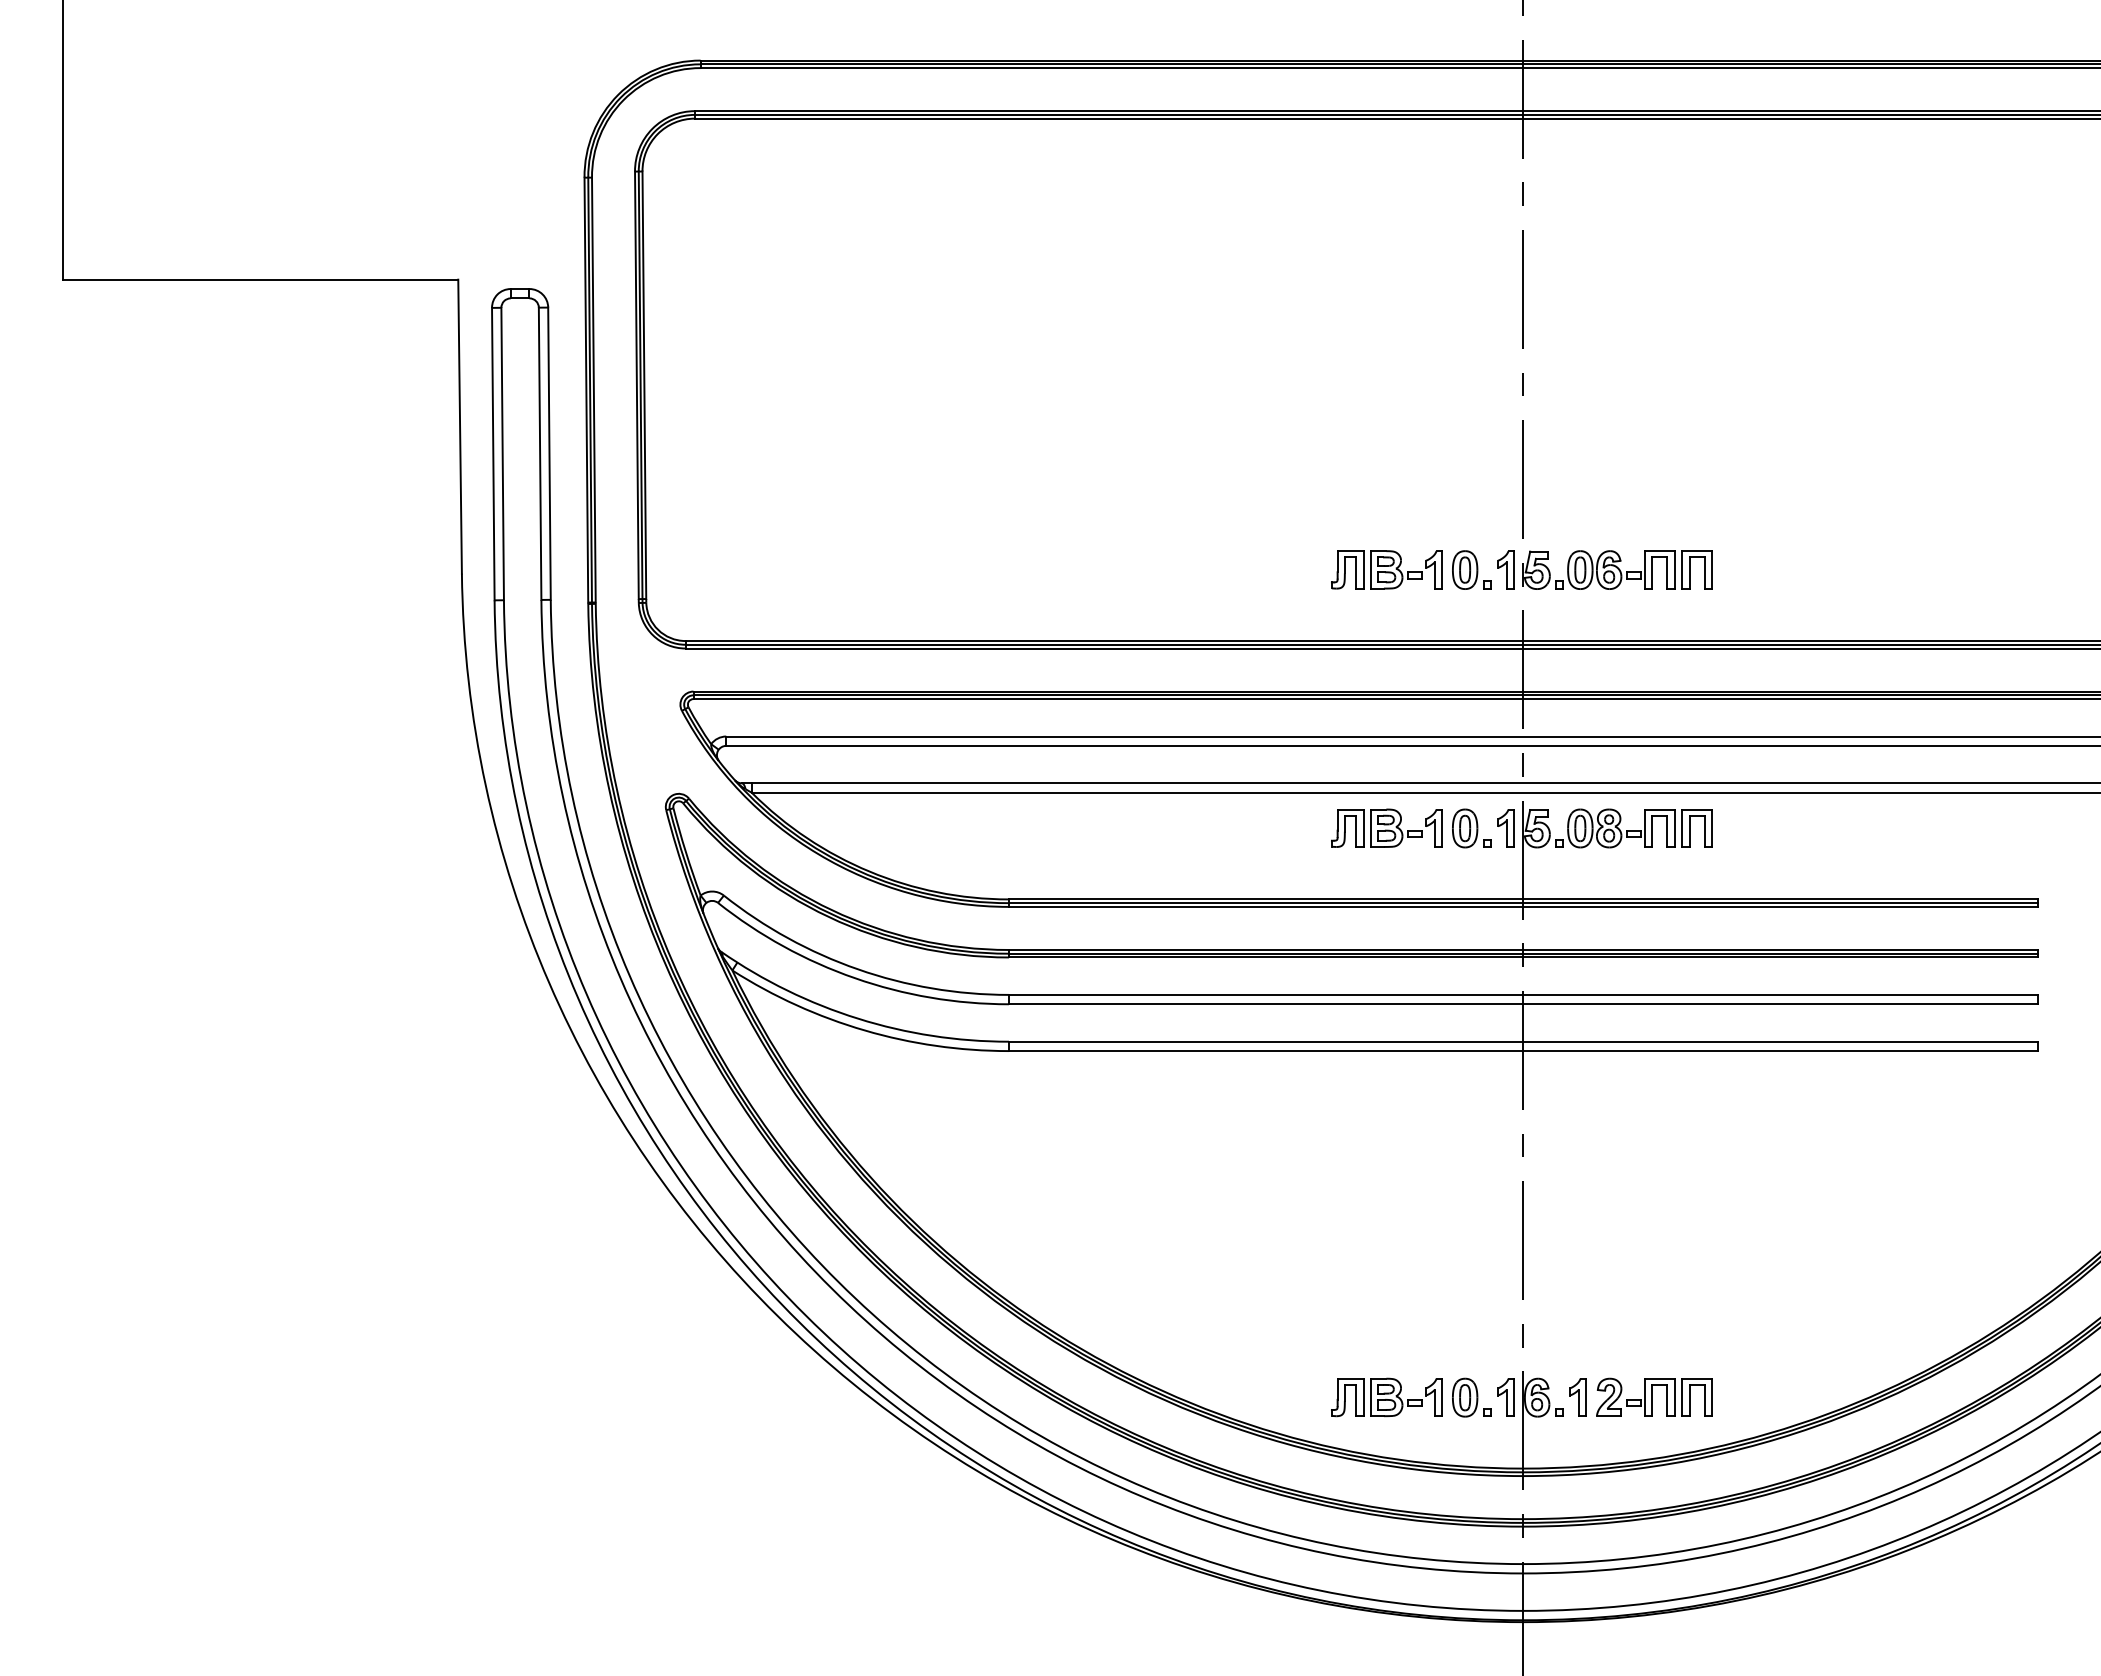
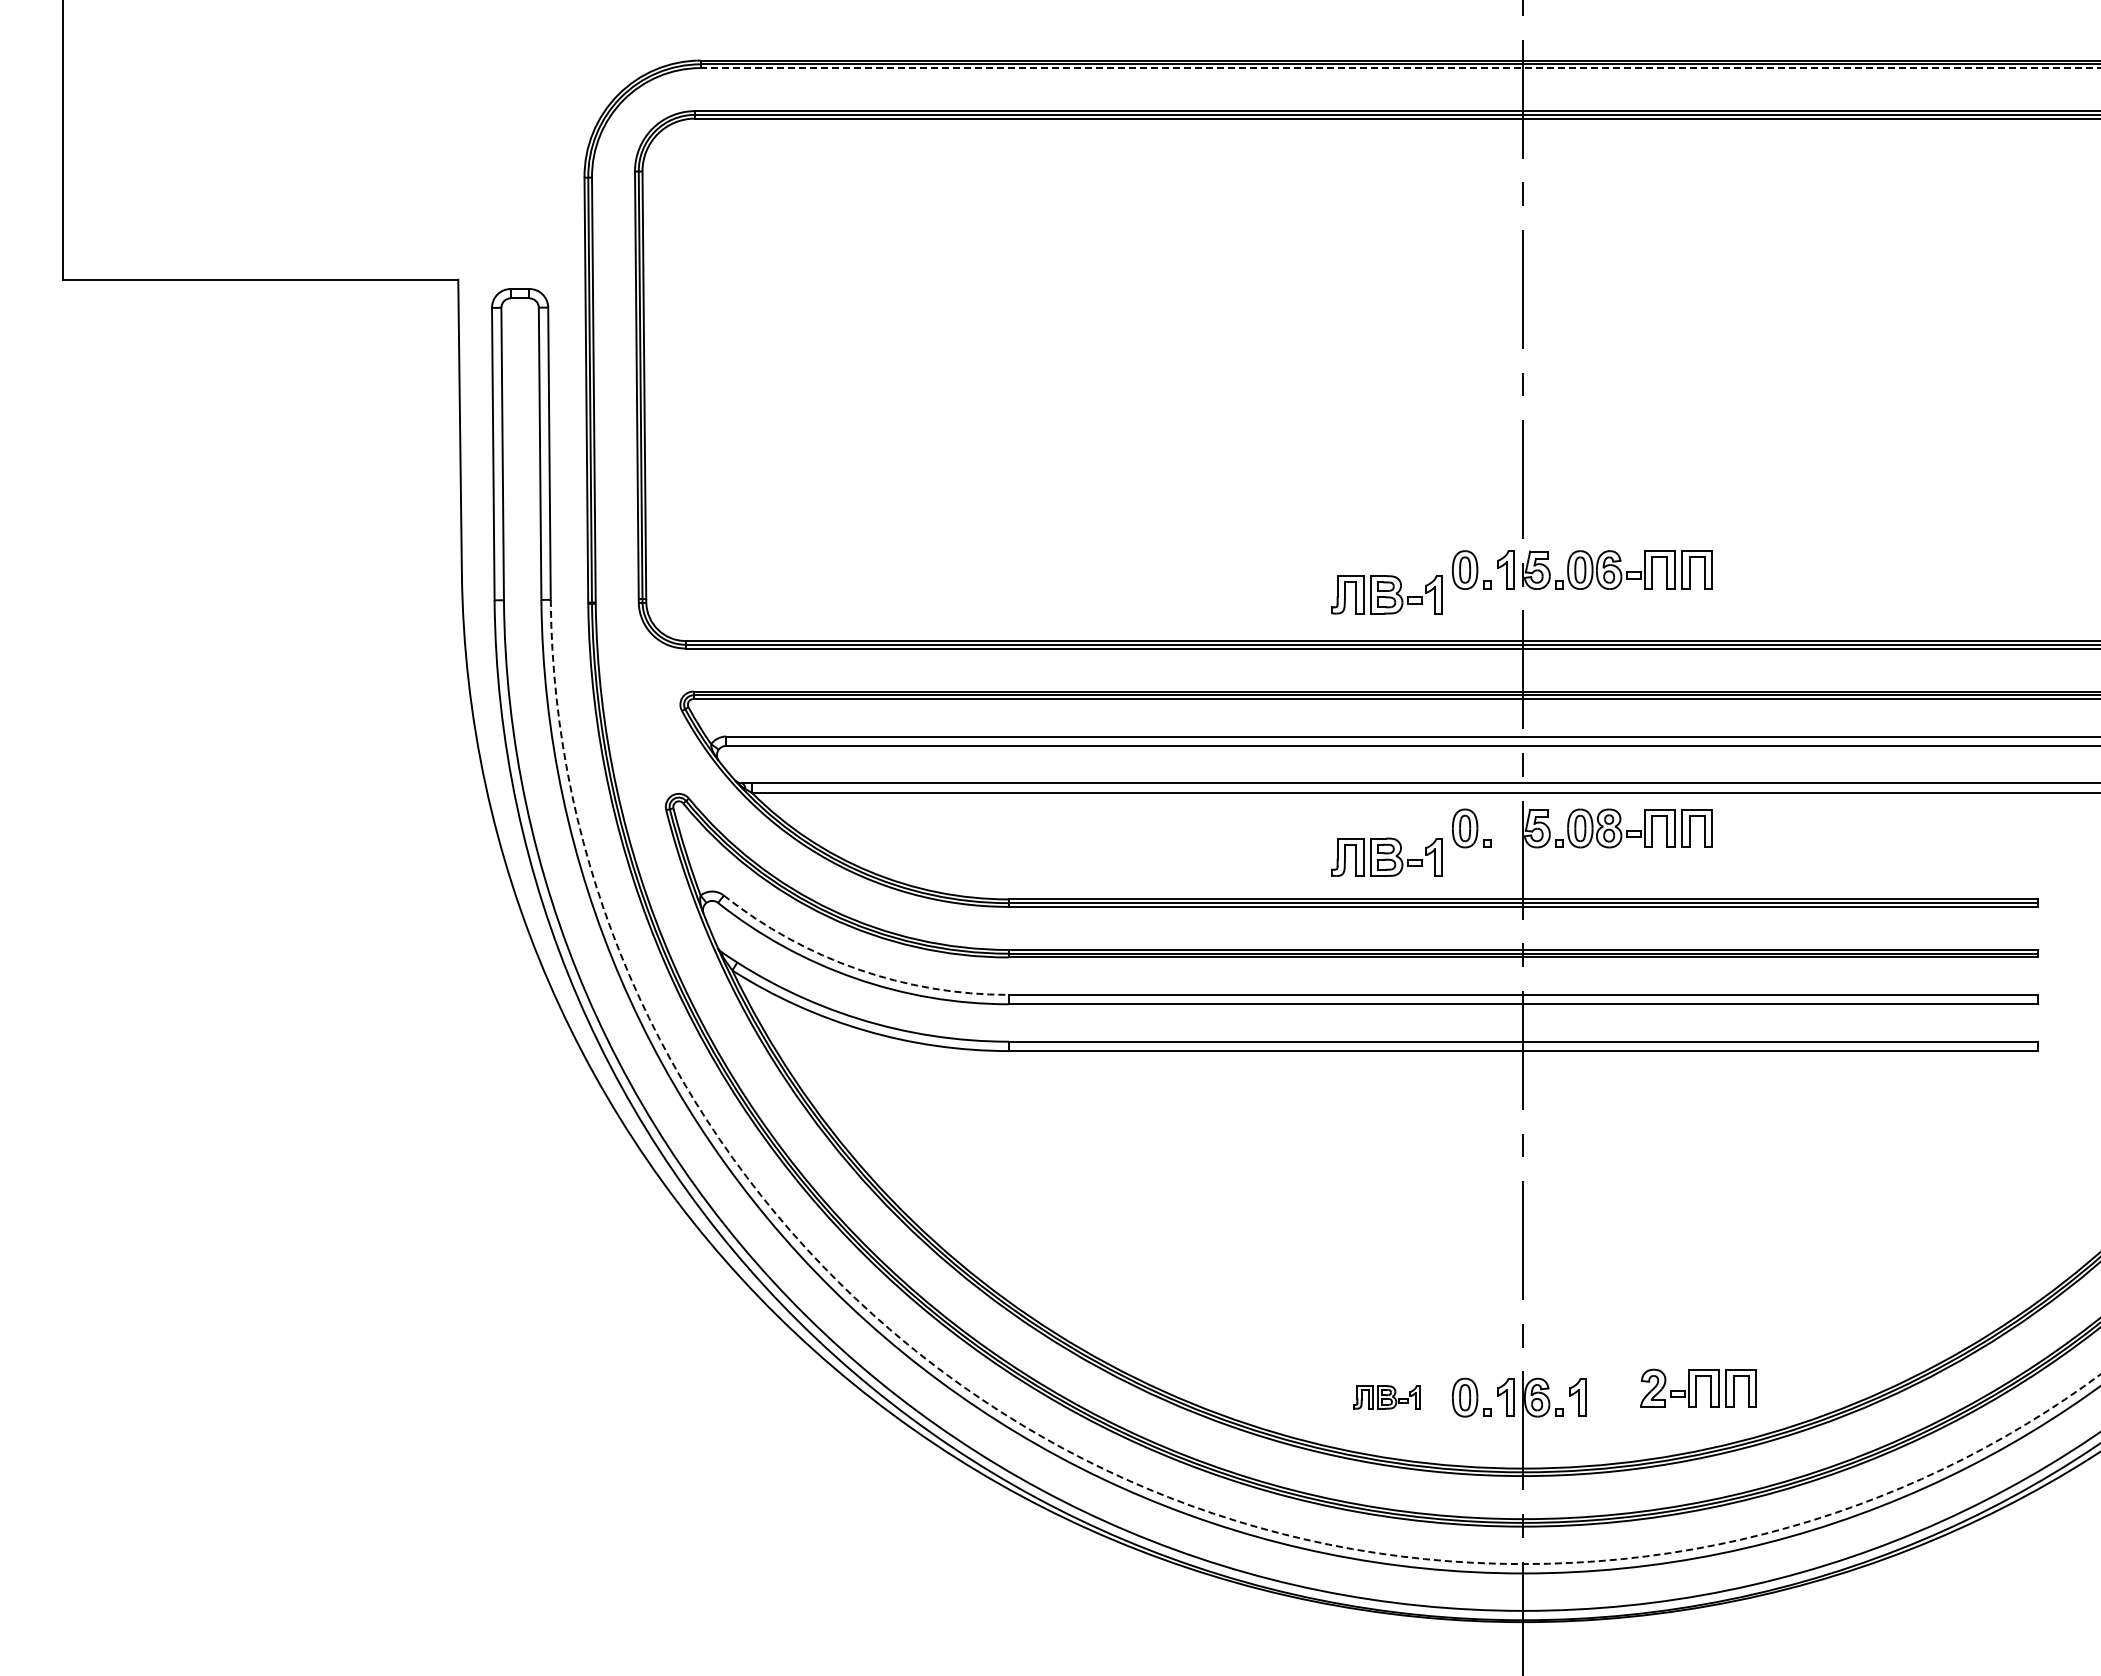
line at (1400, 68): solid -> dashed
part at (1386, 569) position: (1386, 569) -> (1386, 594)
part at (1386, 827) position: (1386, 827) -> (1386, 856)
part at (1505, 828): present -> none
arc at (858, 969): solid -> dashed
part at (1654, 1396) position: (1654, 1396) -> (1698, 1387)
part at (1386, 1397) size: 112x41 px -> 68x25 px
arc at (1085, 1460): solid -> dashed
